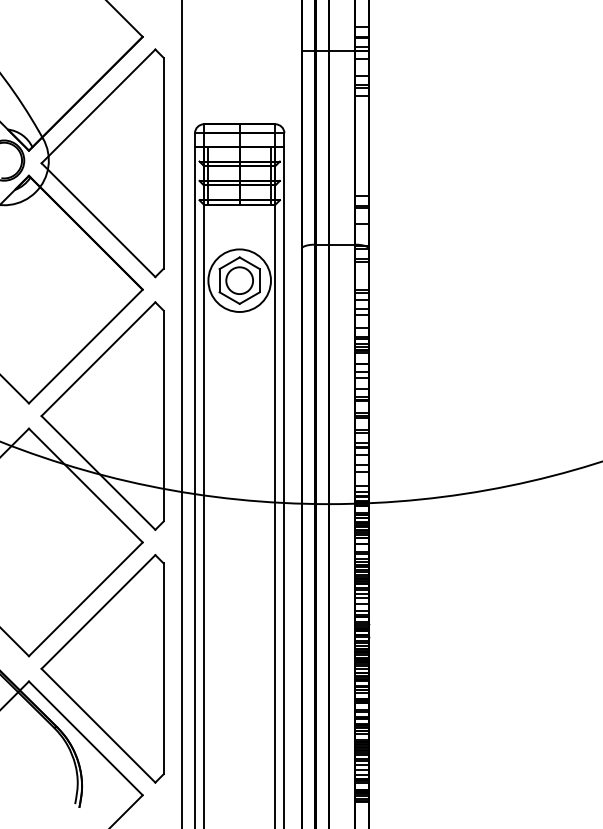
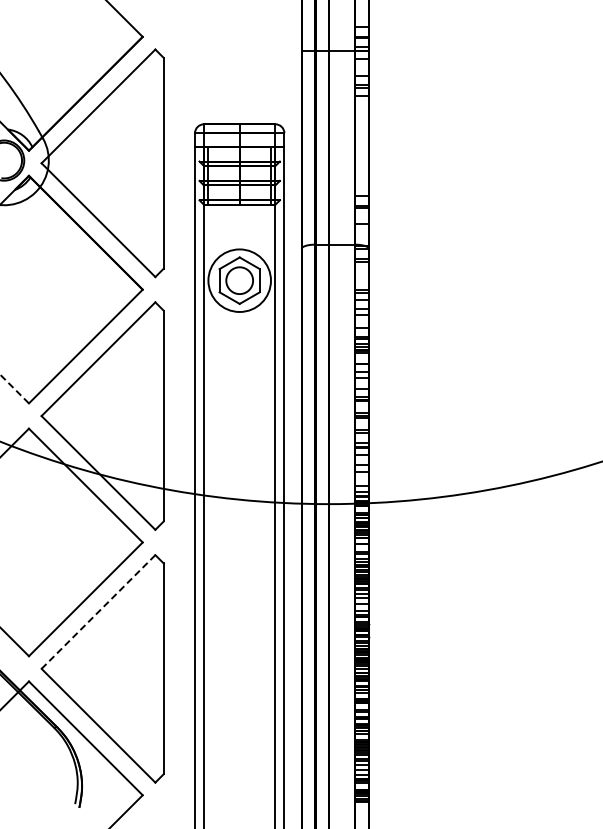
line at (14, 388): solid -> dashed
line at (181, 413): present -> none
line at (98, 612): solid -> dashed
